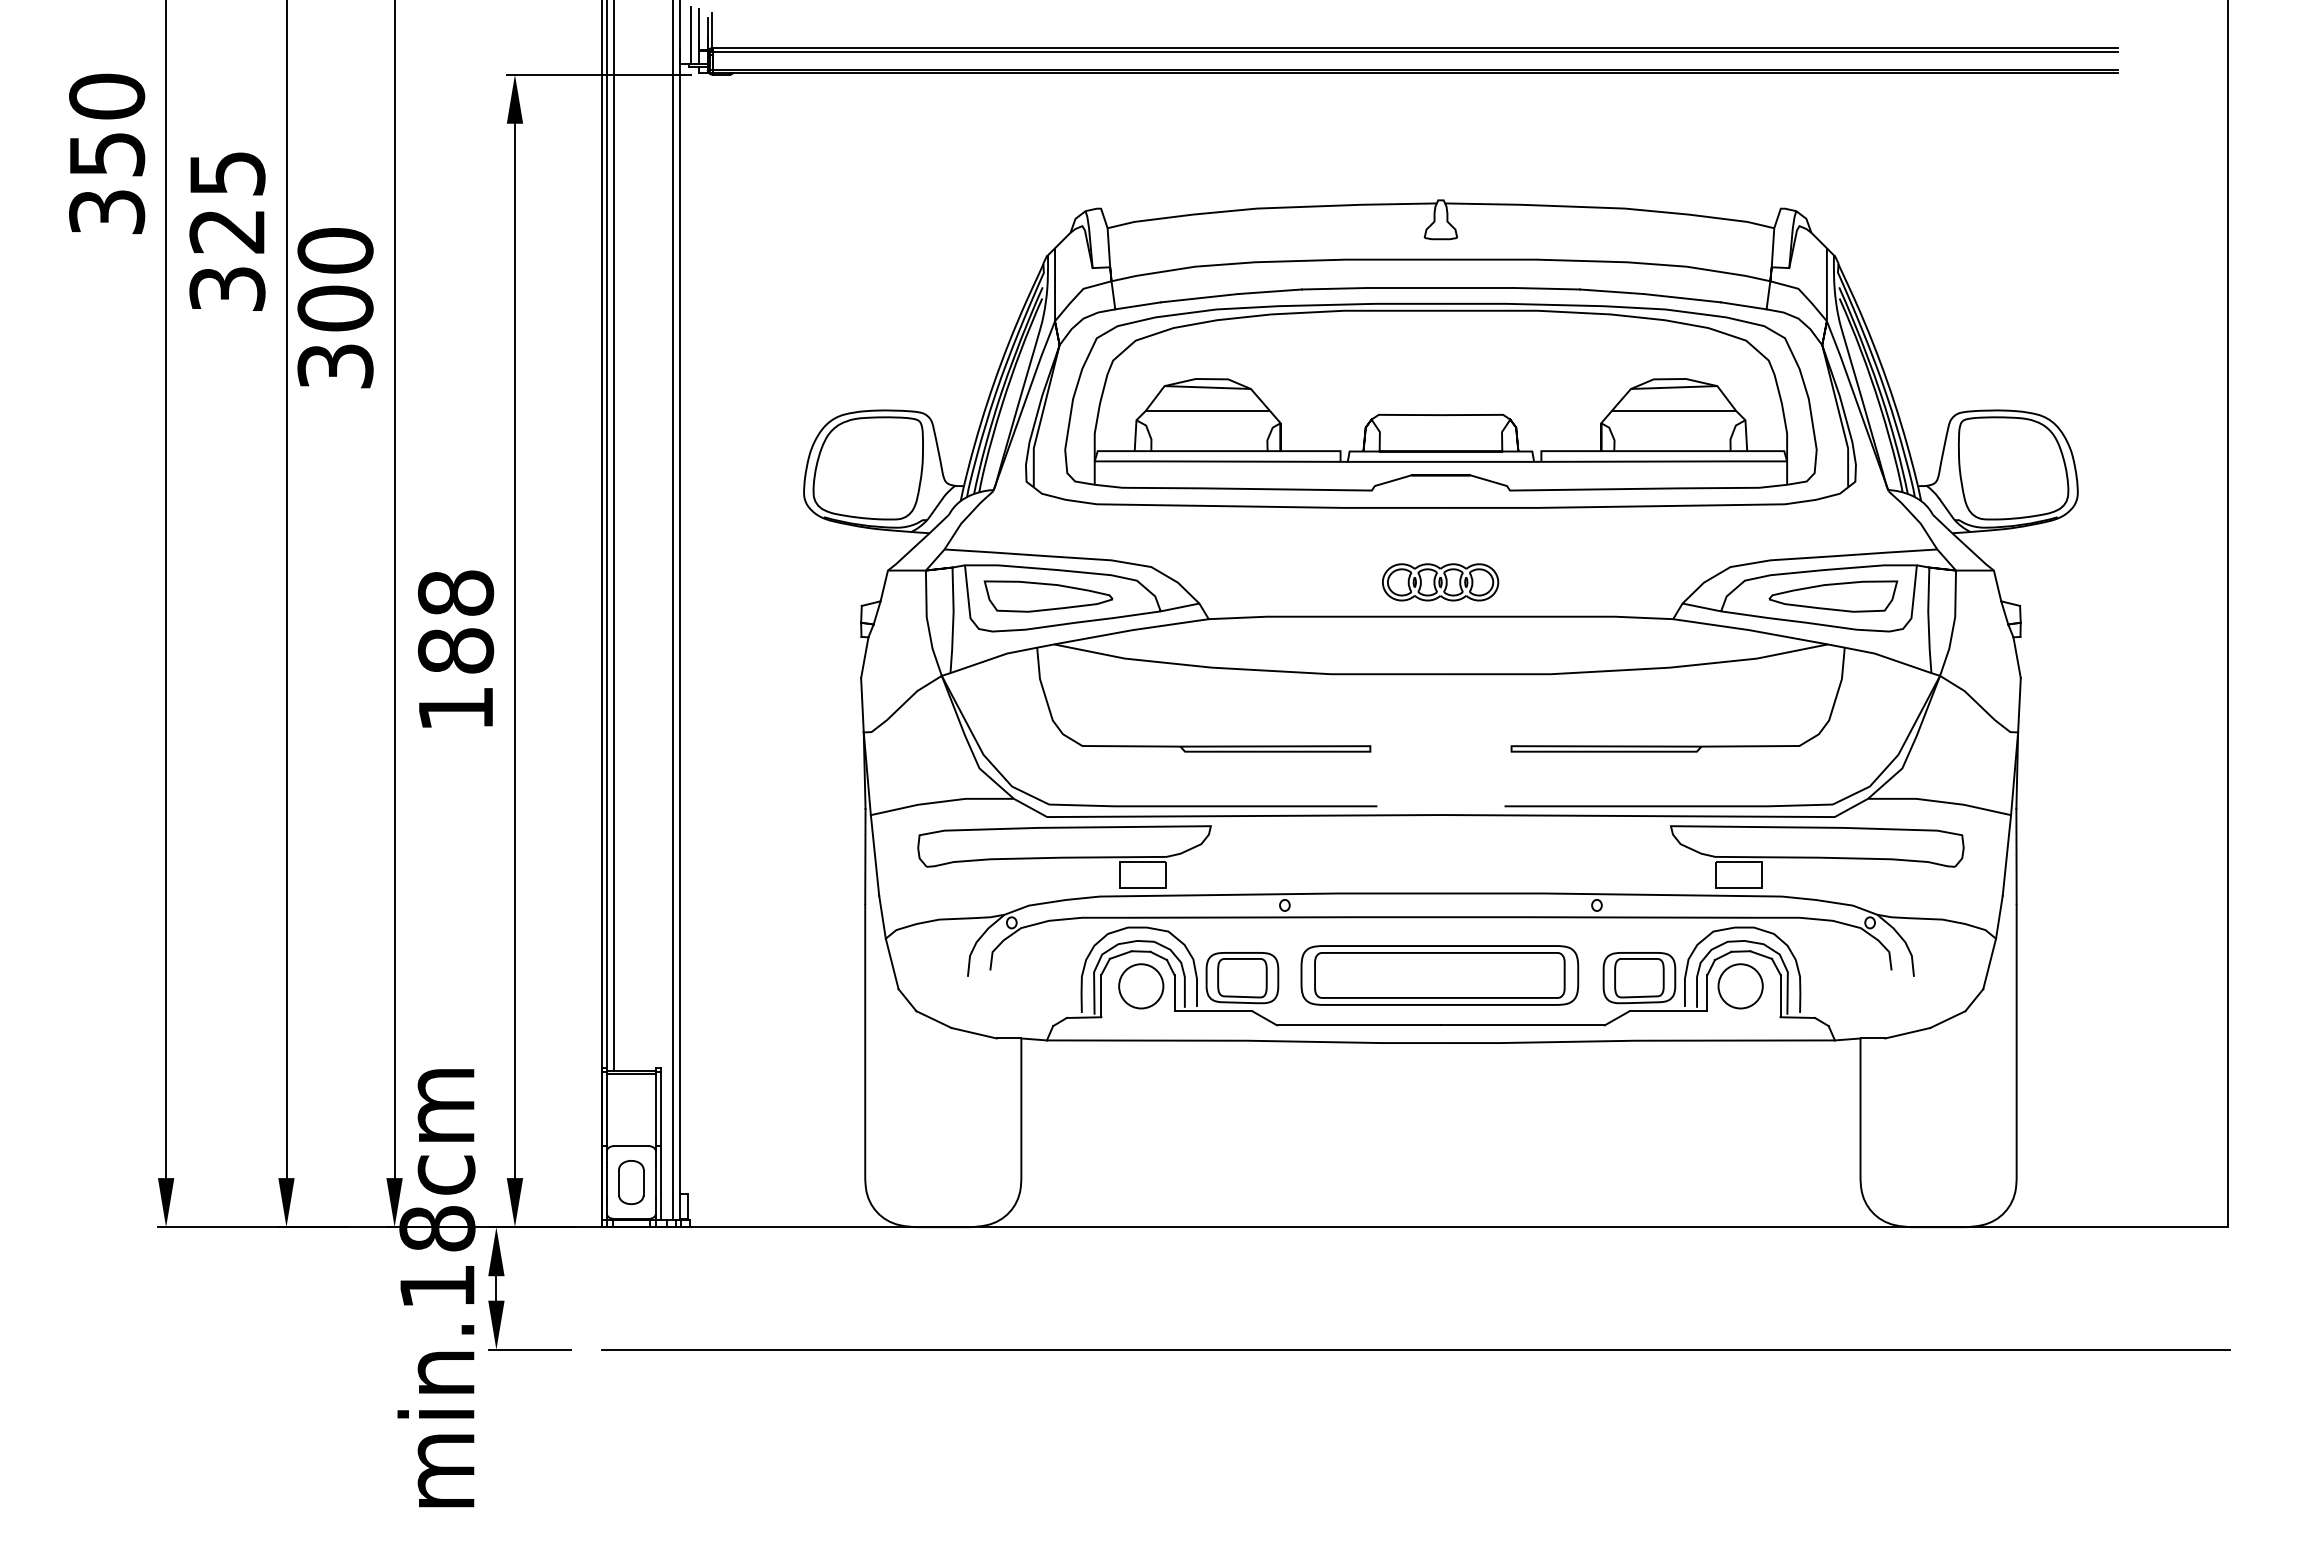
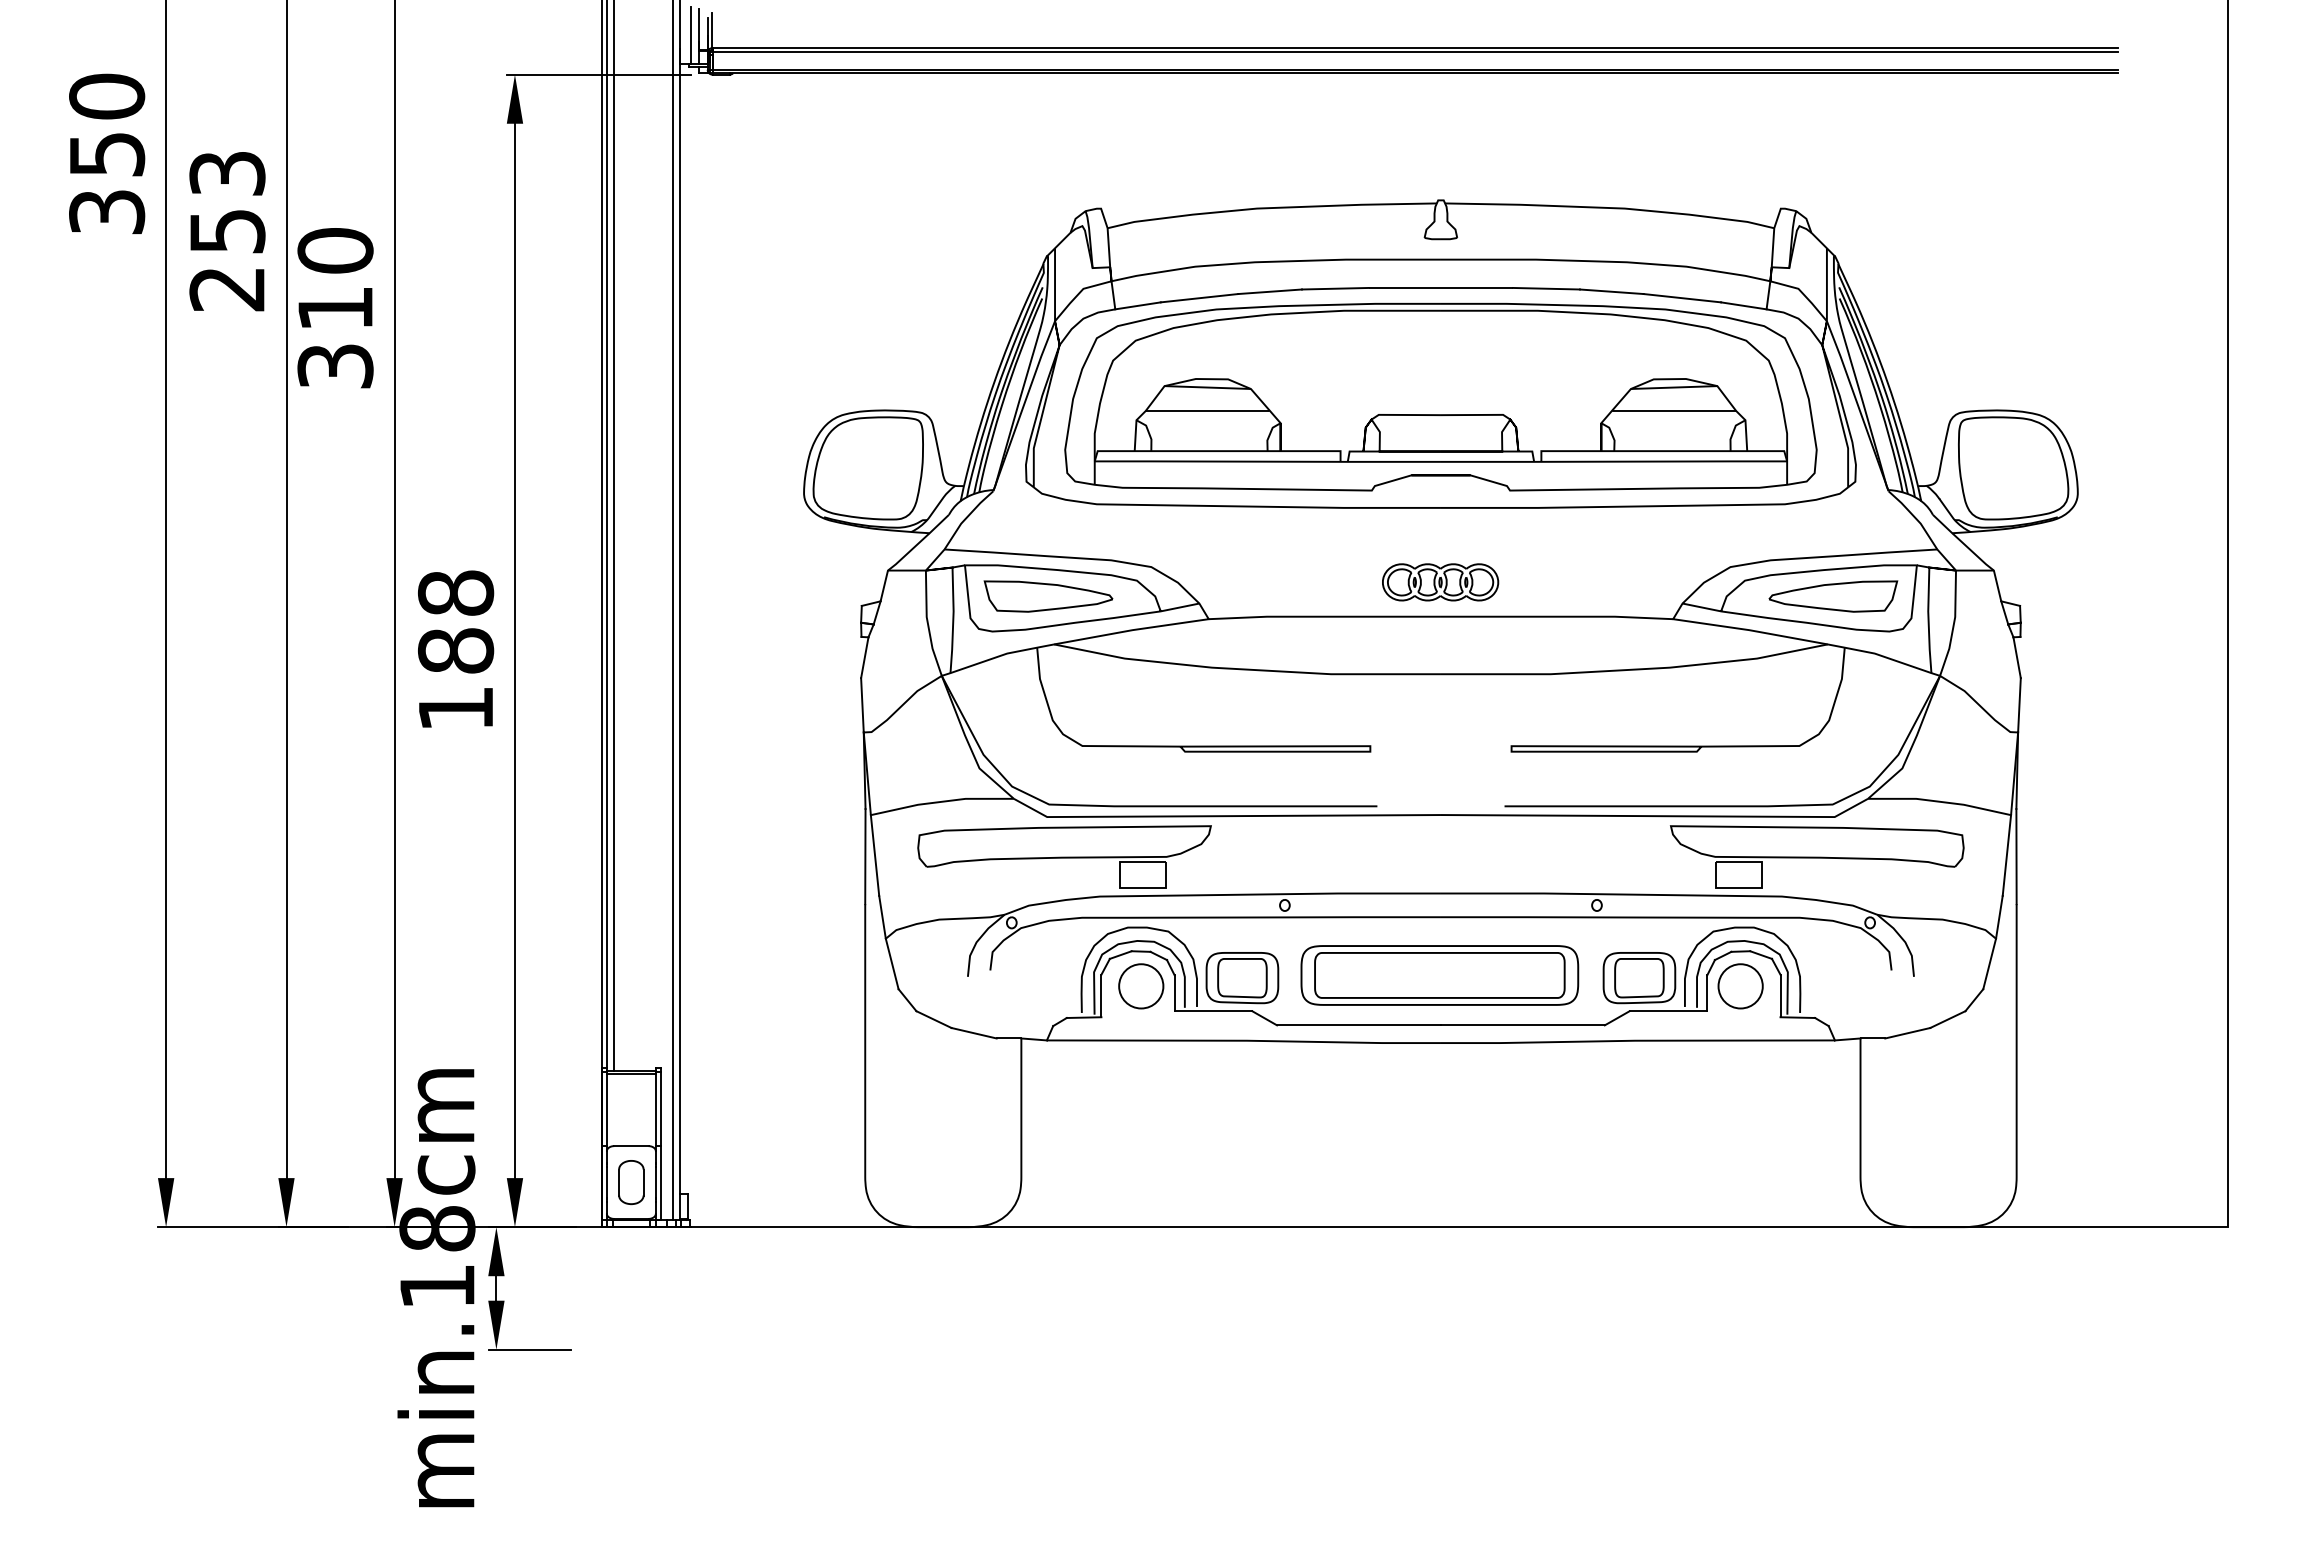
text at (227, 231): 325 -> 253
text at (335, 308): 300 -> 310
line at (1415, 1349): present -> none
